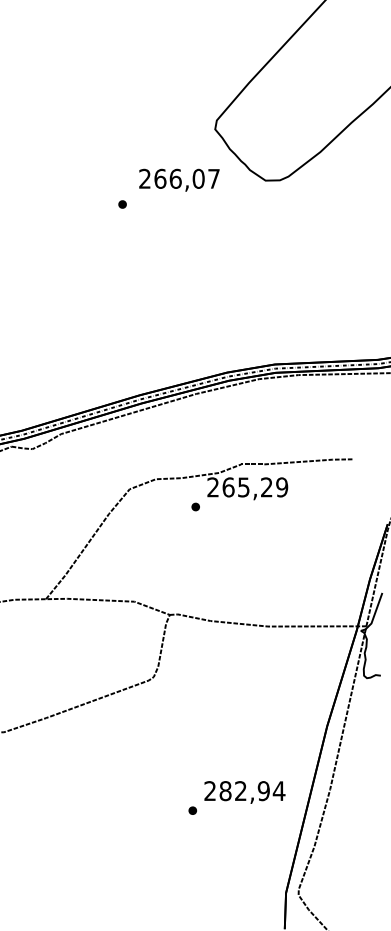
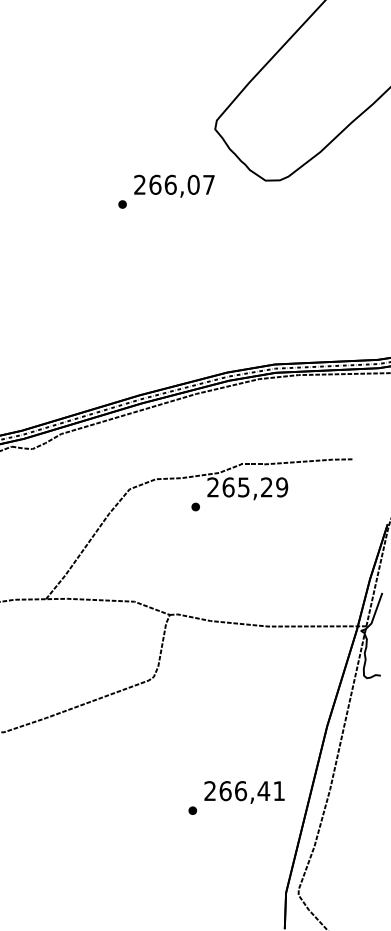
text at (179, 179) position: (179, 179) -> (174, 185)
text at (252, 791): 282,94 -> 266,41
